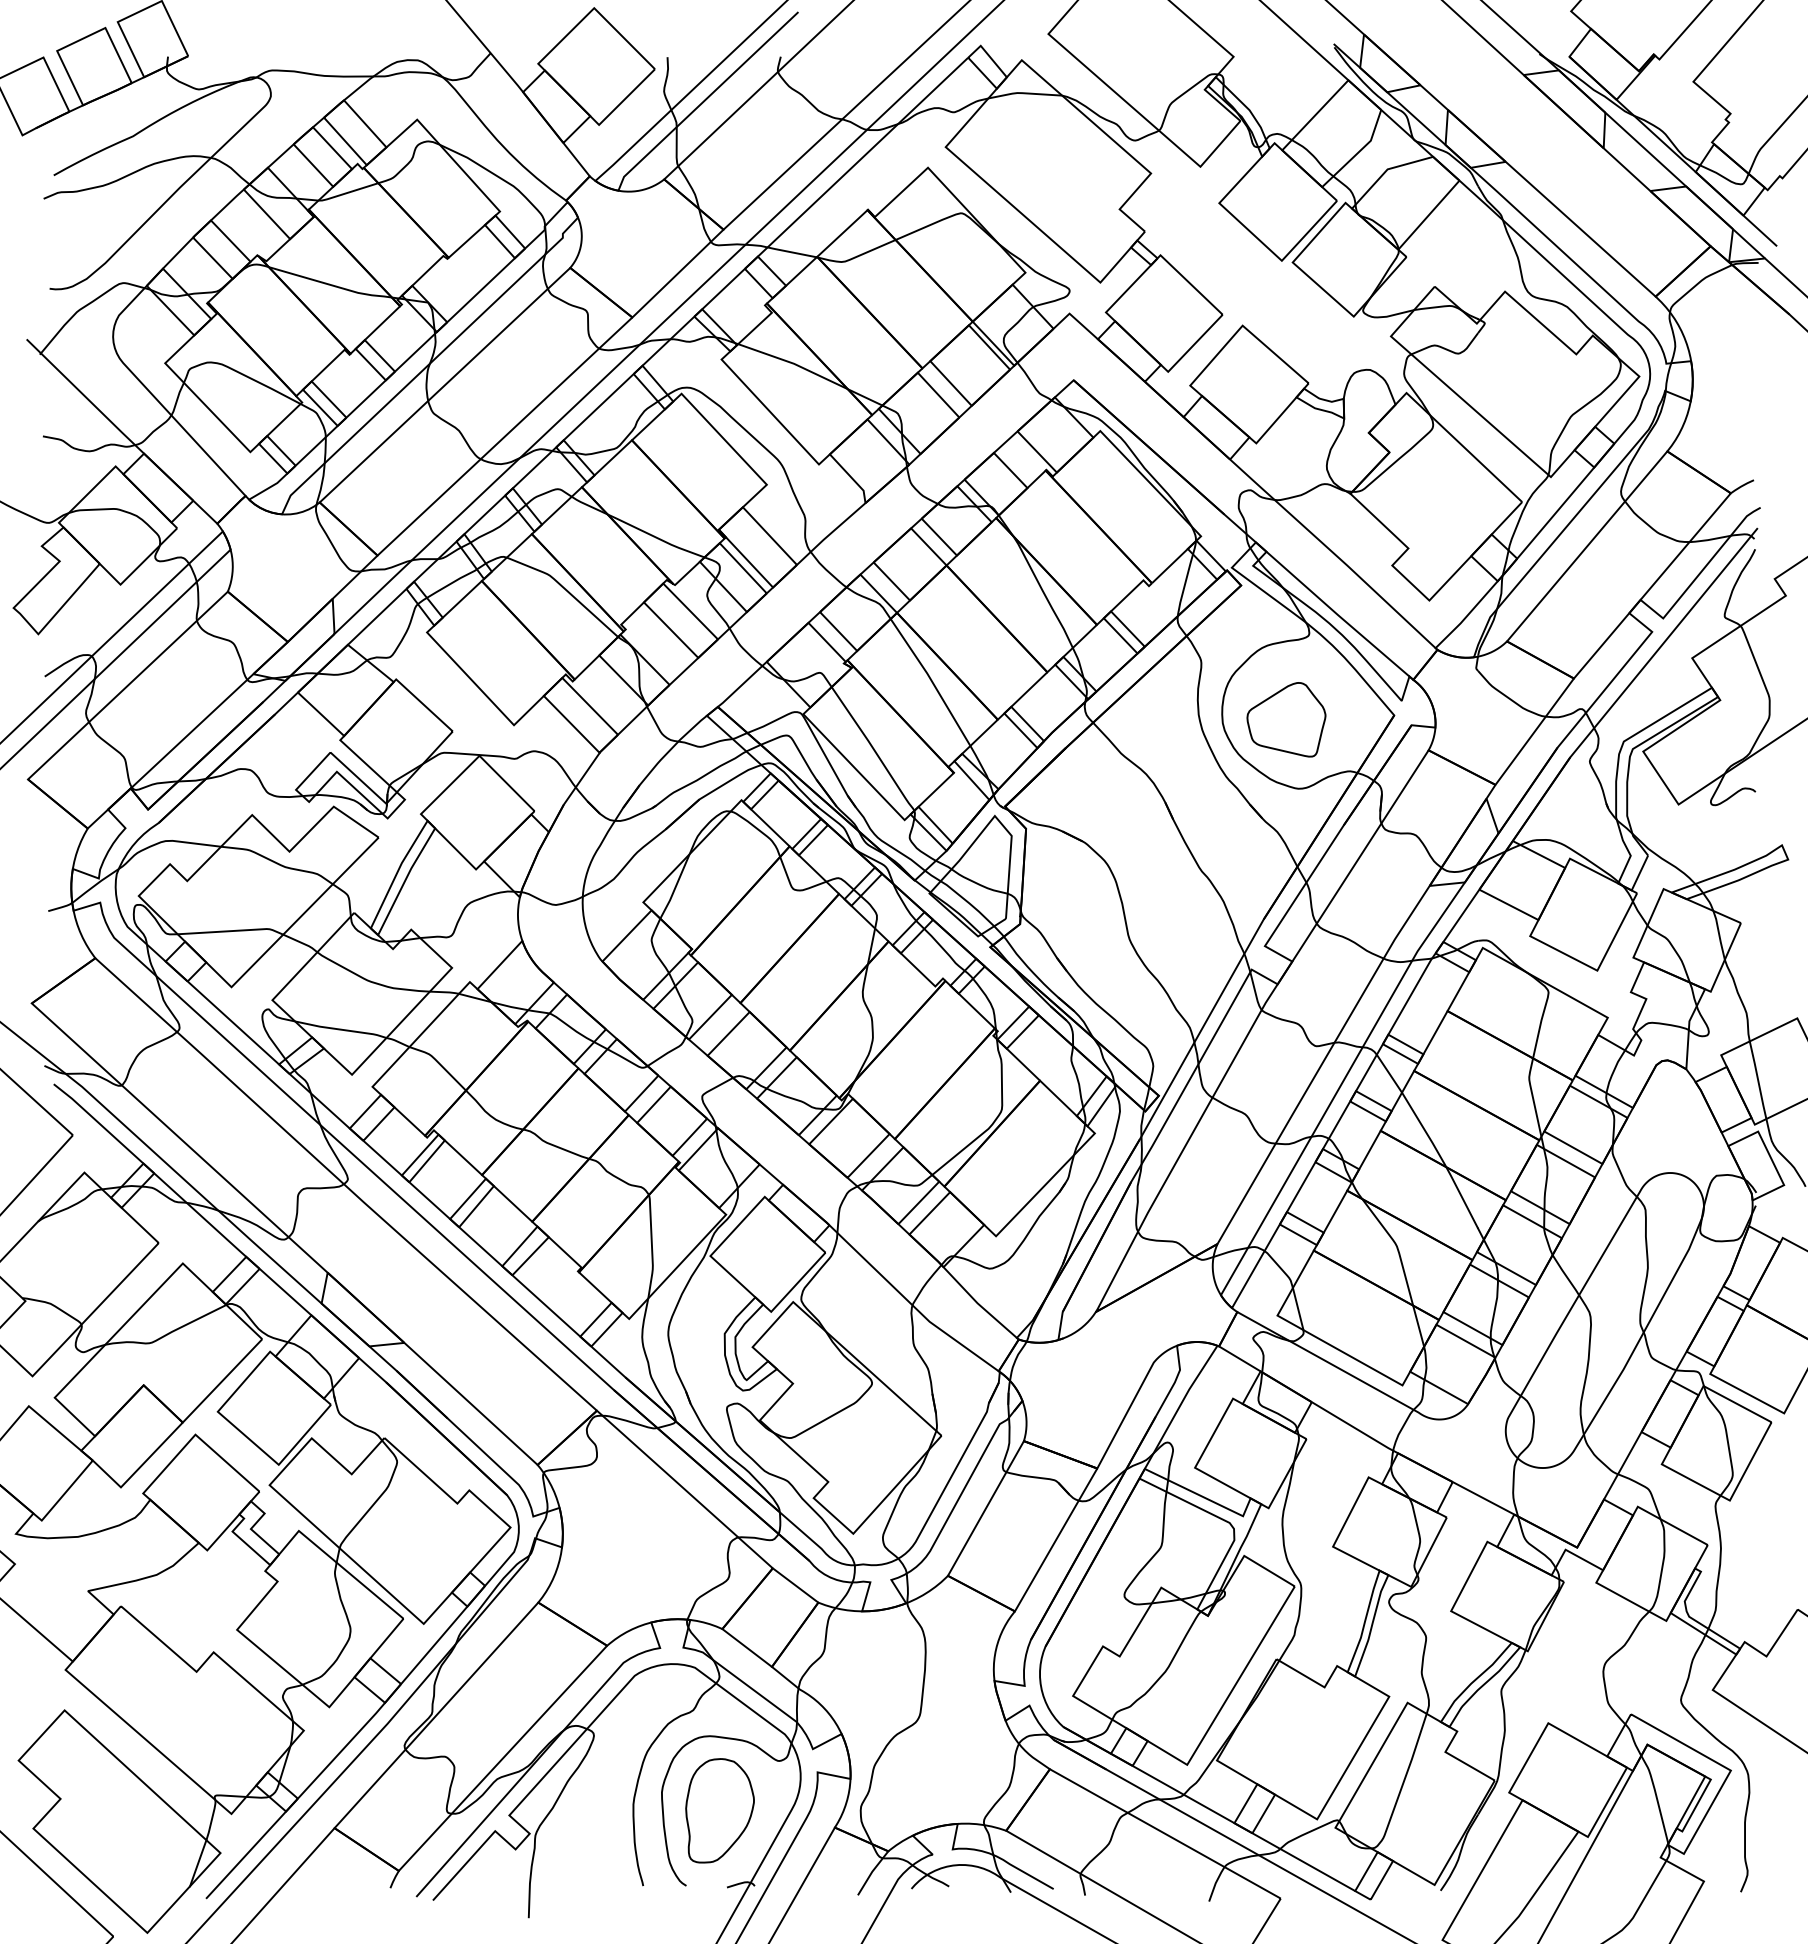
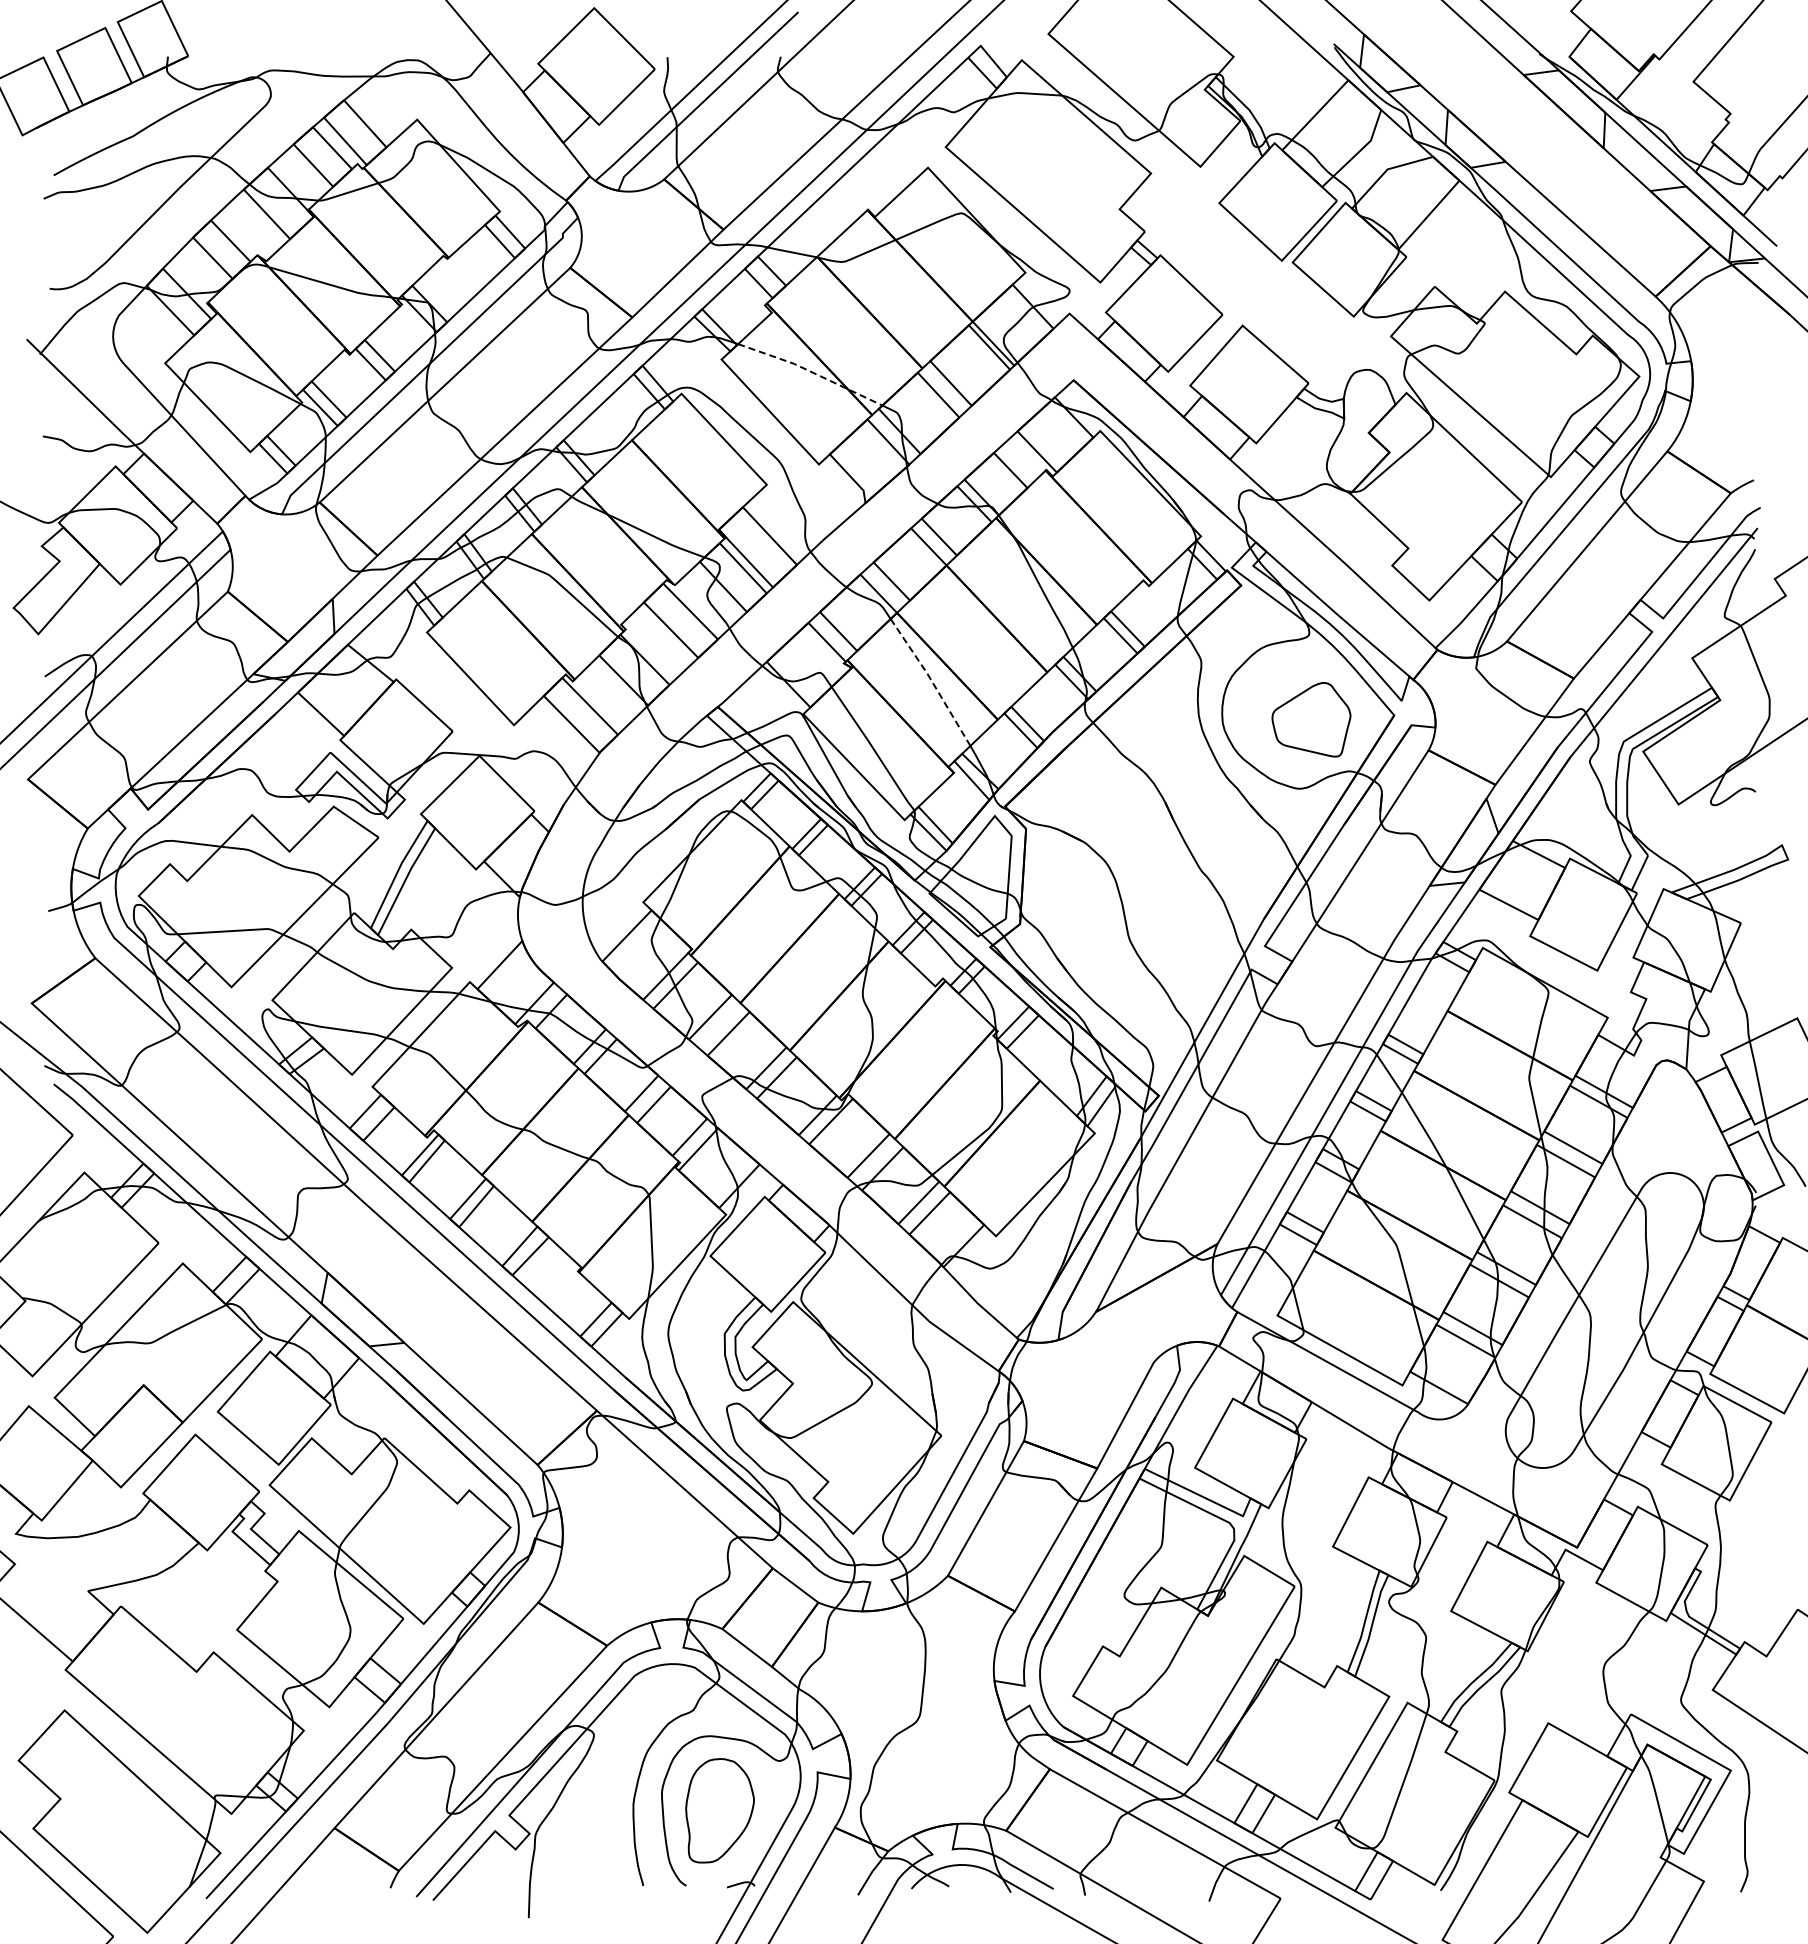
line at (811, 371): solid -> dashed
line at (931, 681): solid -> dashed
part at (1286, 719) position: (1286, 719) -> (1311, 719)
